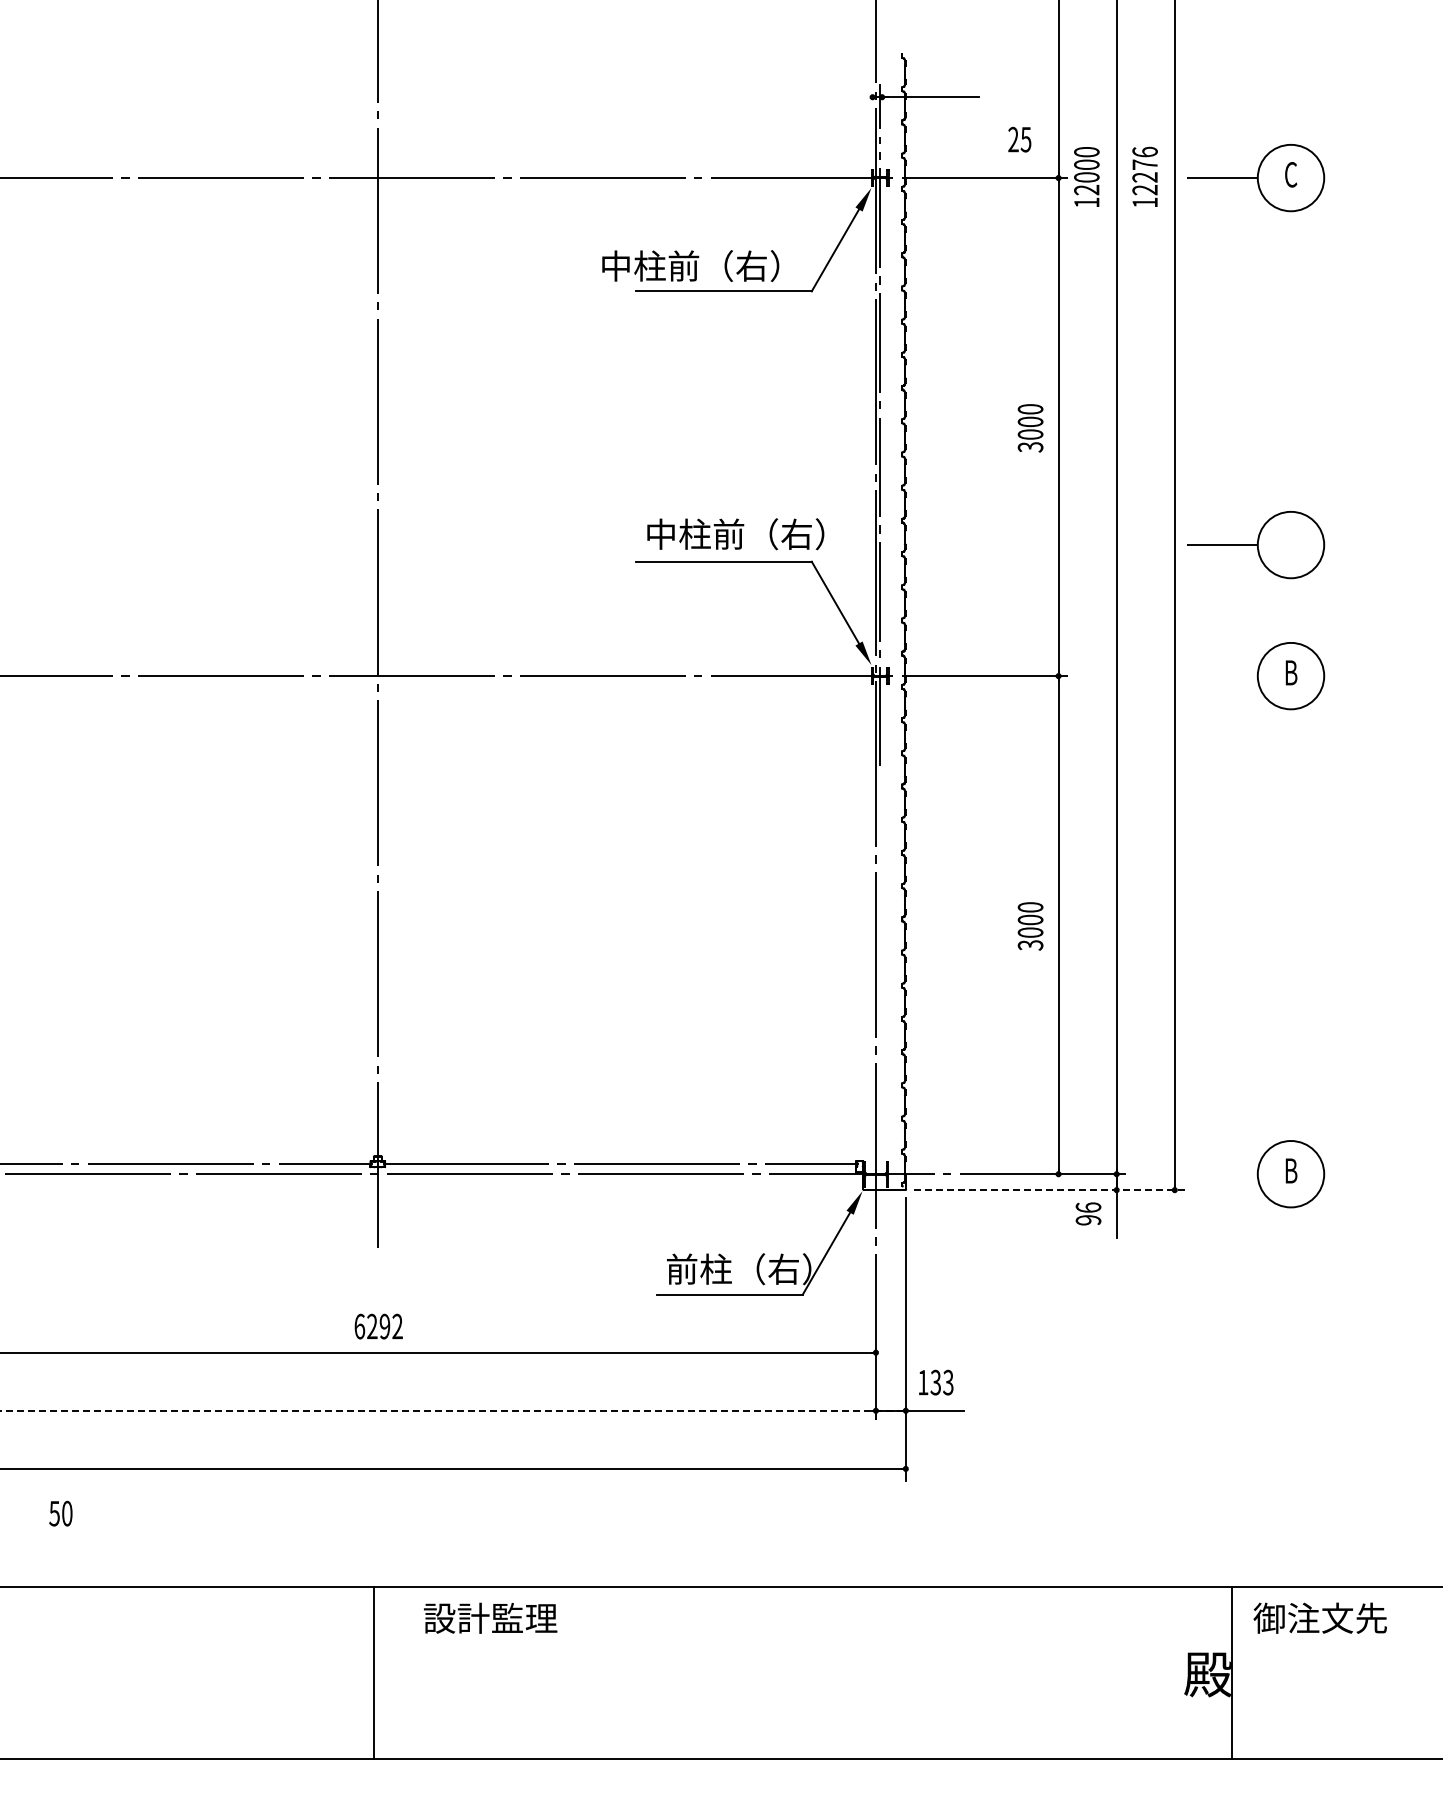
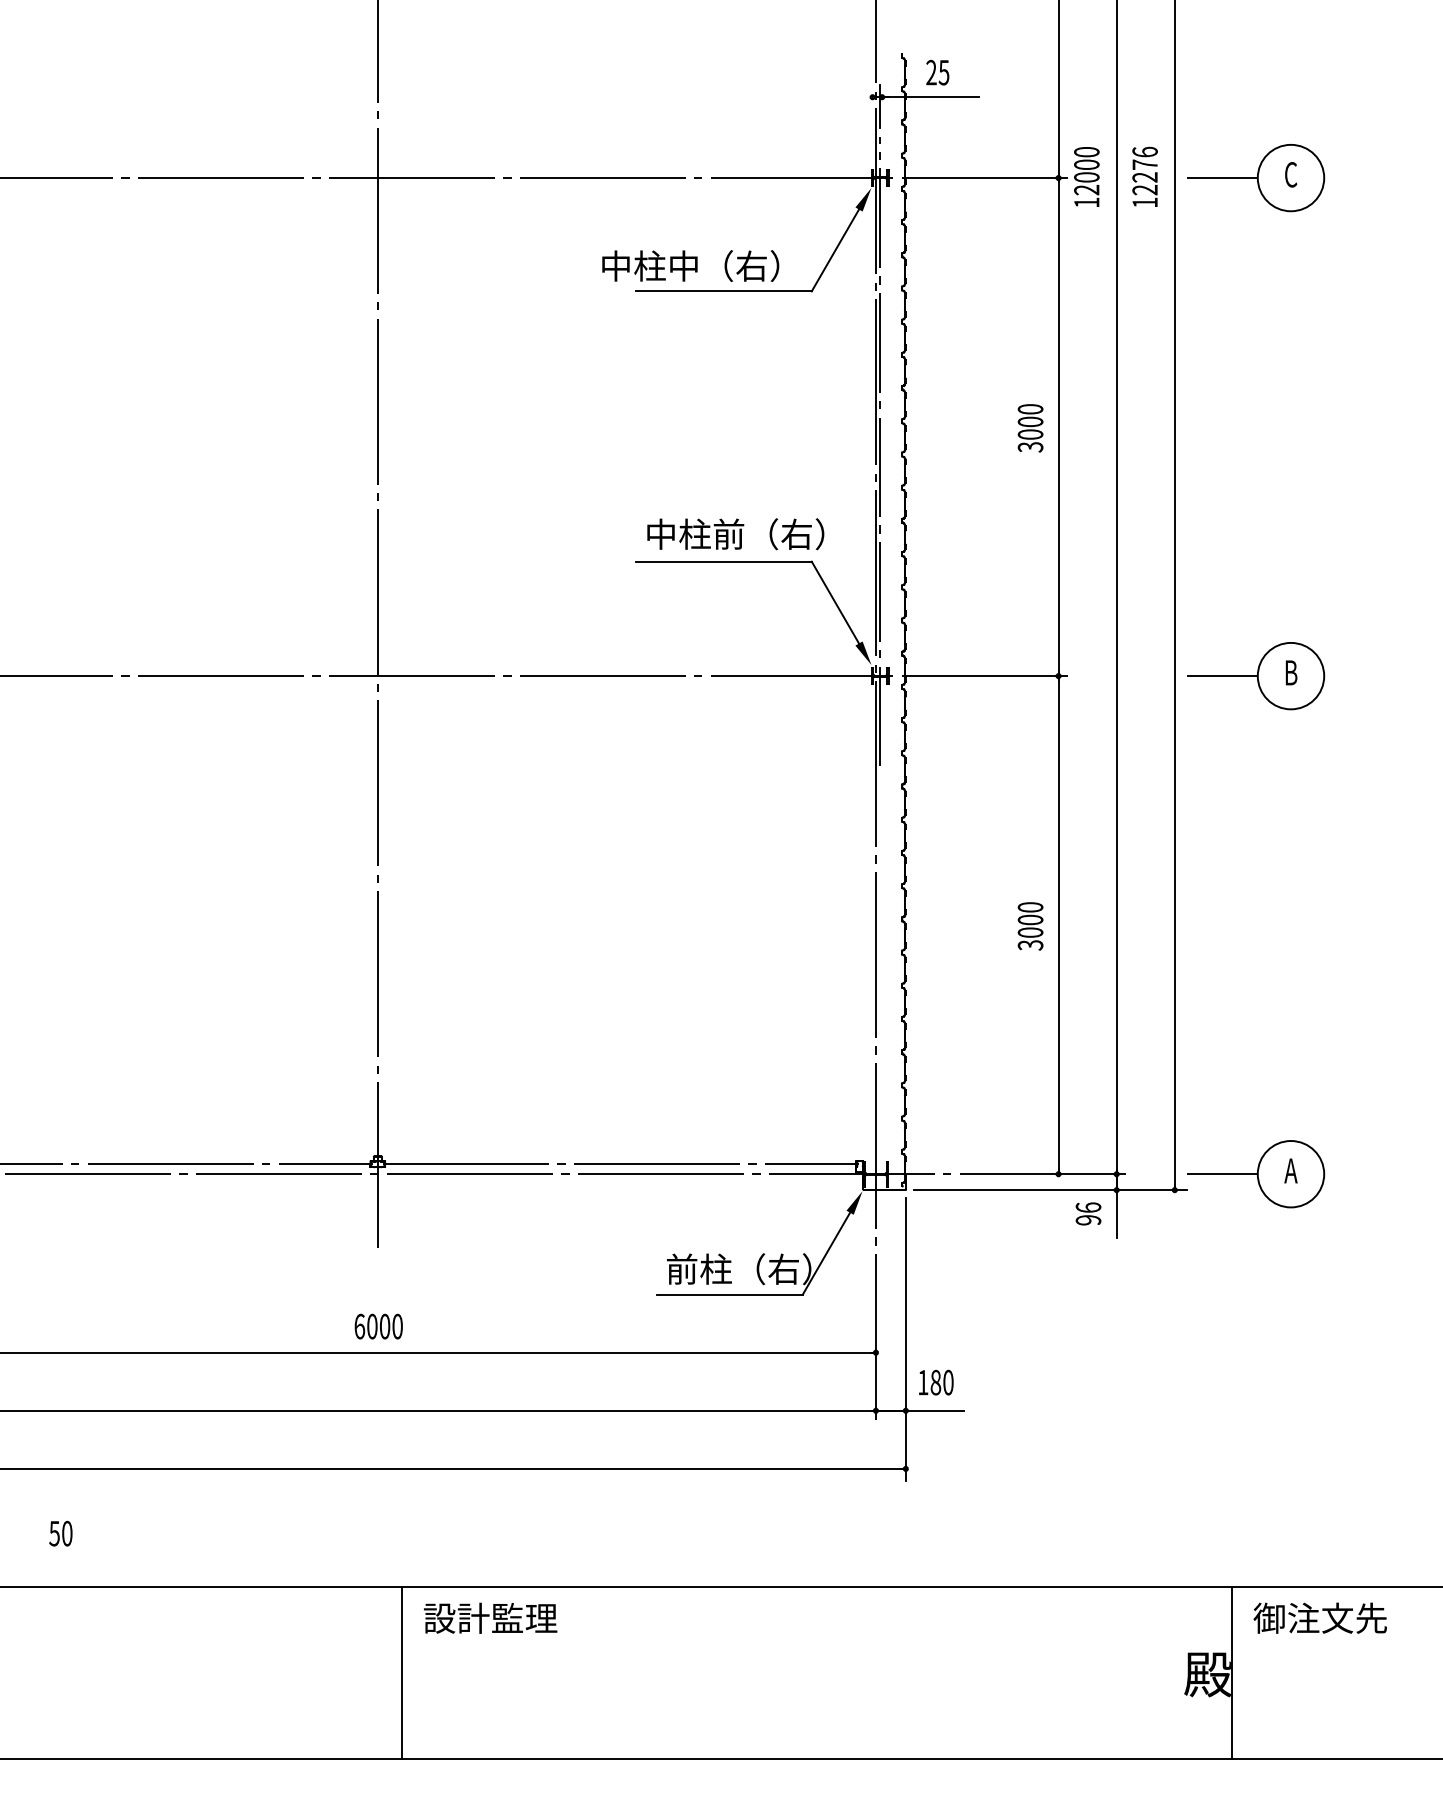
text at (1019, 139) position: (1019, 139) -> (937, 72)
text at (683, 265): 中柱前（右） -> 中柱中（右）
part at (1256, 545): present -> none
line at (1222, 676): none -> present
text at (1290, 1170): B -> A
line at (1222, 1174): none -> present
line at (1050, 1190): dashed -> solid
text at (384, 1326): 6292 -> 6000
text at (941, 1382): 133 -> 180
line at (453, 1410): dashed -> solid
text at (60, 1513) position: (60, 1513) -> (60, 1533)
line at (373, 1672) position: (373, 1672) -> (401, 1672)
